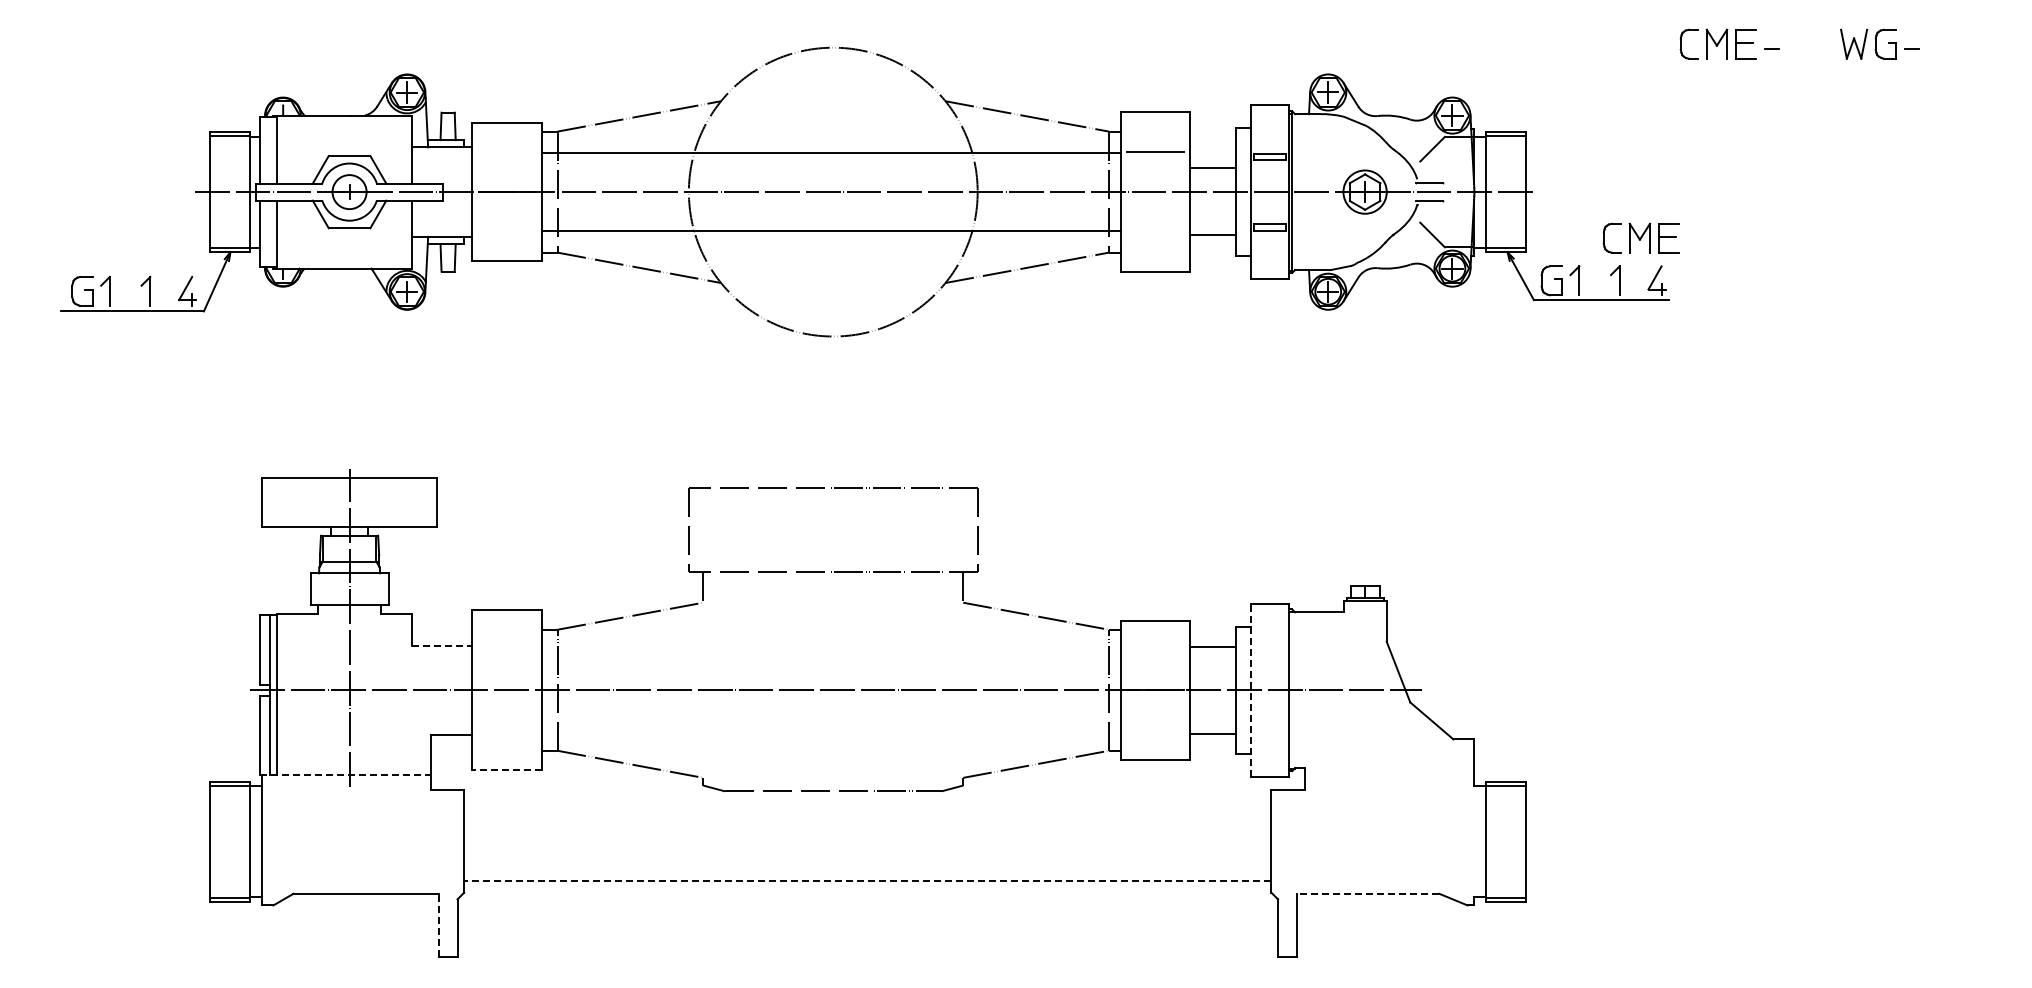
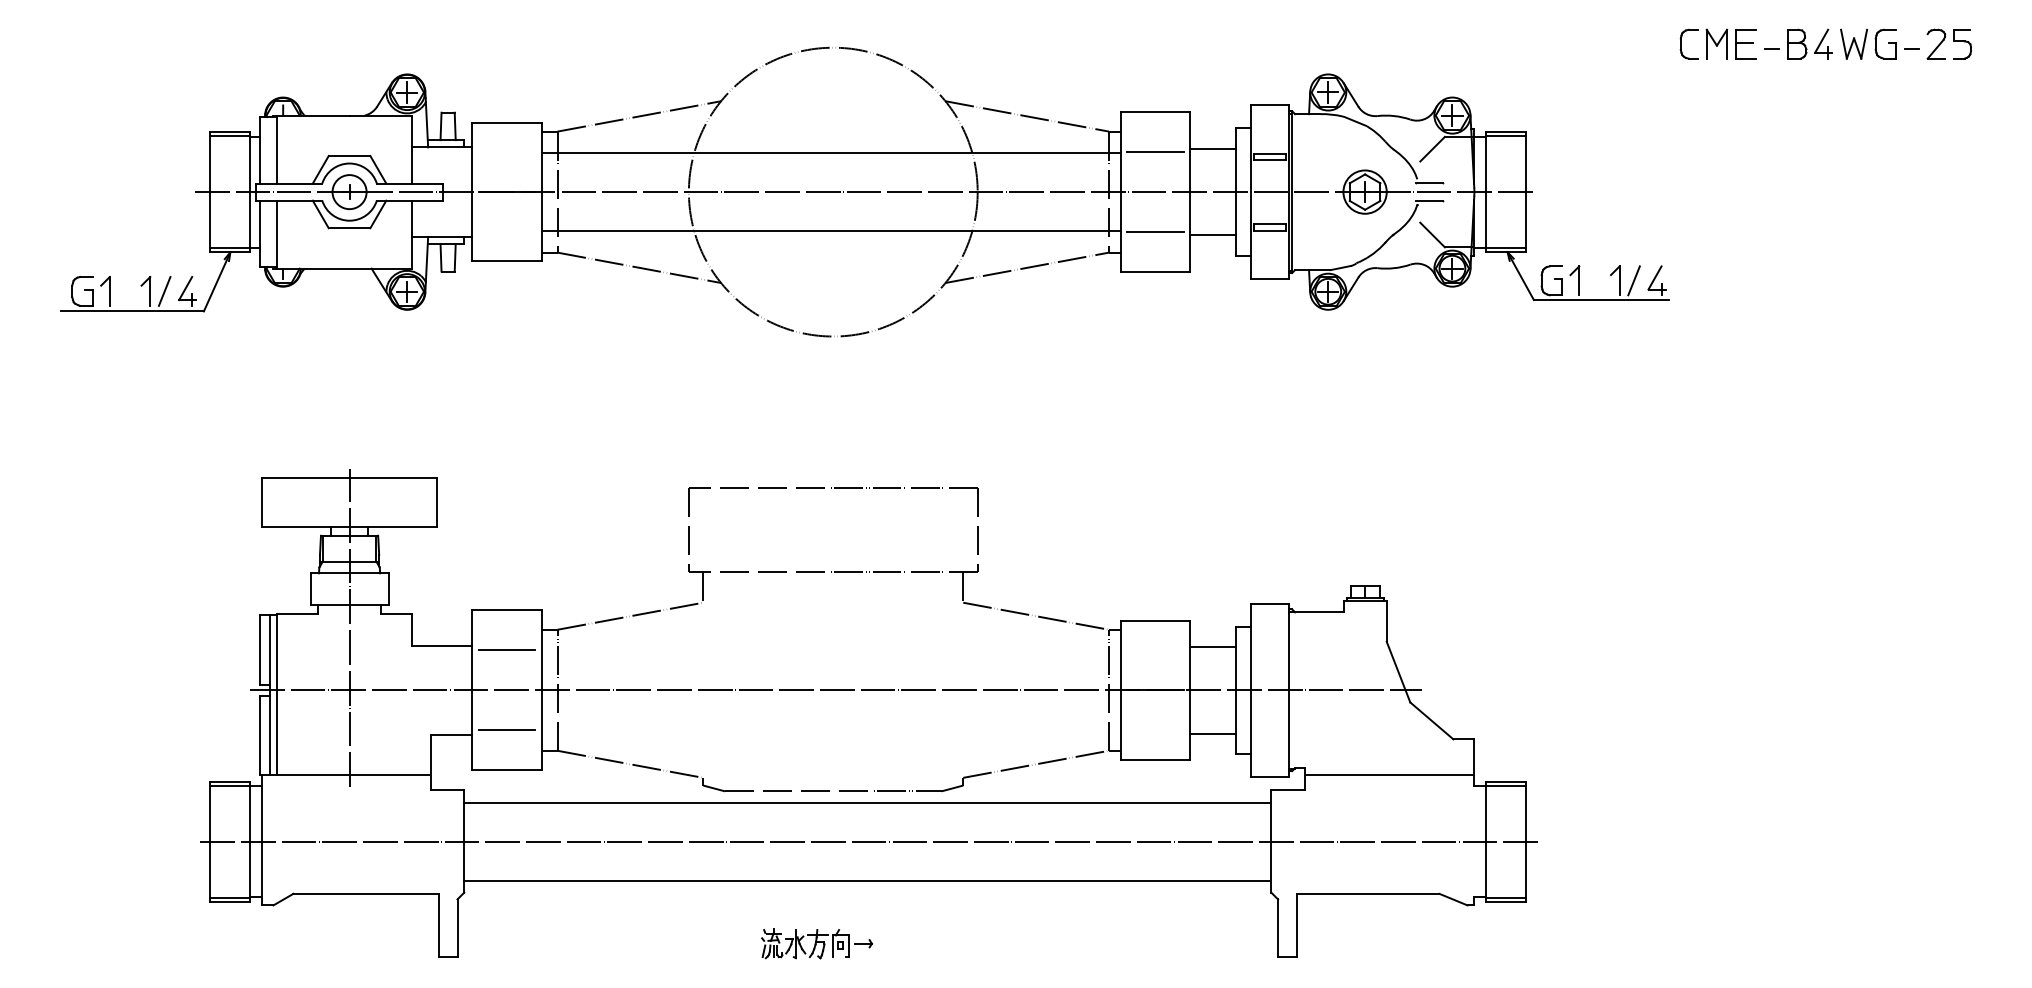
part at (1809, 43): none -> present
part at (1948, 43): none -> present
line at (1212, 167) position: (1212, 167) -> (1212, 148)
line at (1154, 232): none -> present
part at (1640, 237): present -> none
line at (1633, 280): none -> present
line at (164, 291): none -> present
line at (442, 645): dashed -> solid
line at (506, 650): none -> present
line at (1251, 690): dashed -> solid
line at (506, 730): none -> present
line at (506, 770): dashed -> solid
line at (345, 775): dashed -> solid
line at (1389, 775): none -> present
line at (867, 802): none -> present
line at (866, 841): none -> present
line at (867, 881): dashed -> solid
line at (1367, 893): dashed -> solid
line at (438, 925): dashed -> solid
part at (817, 943): none -> present
